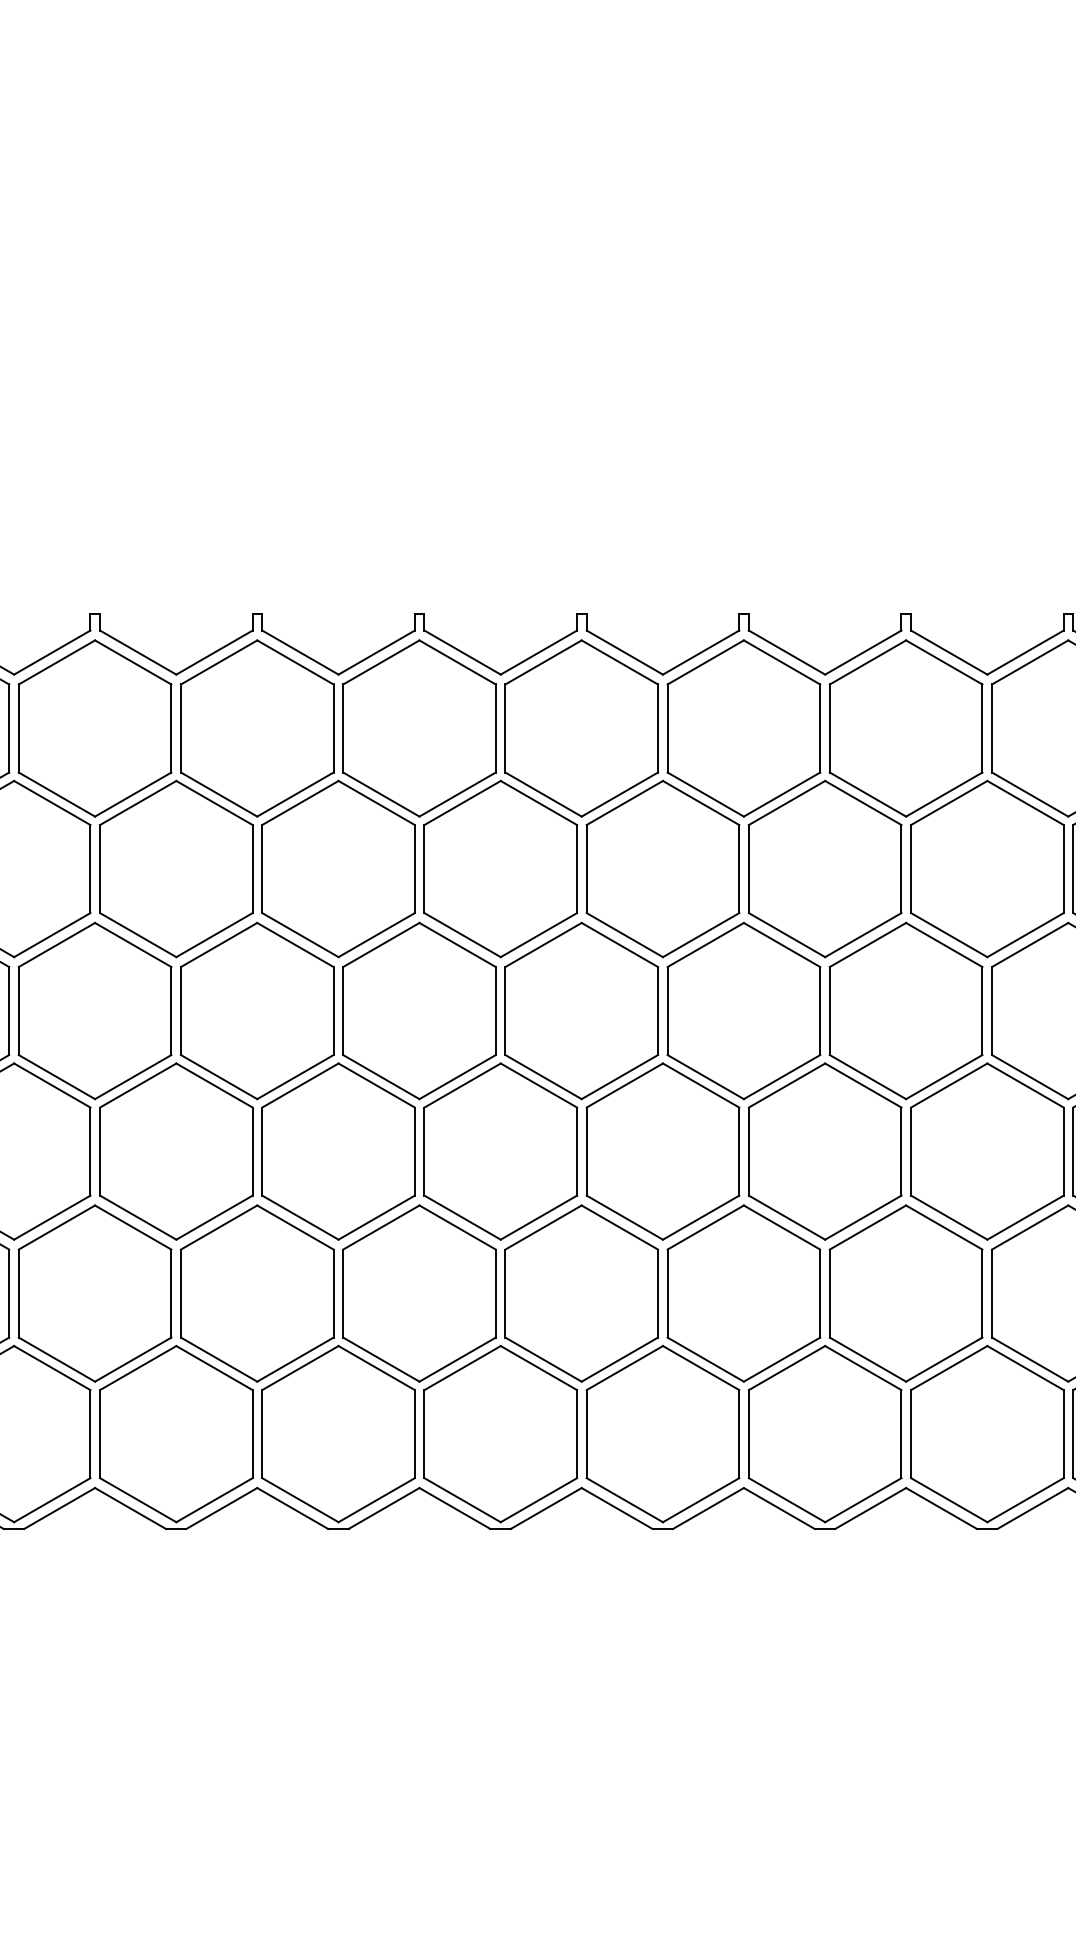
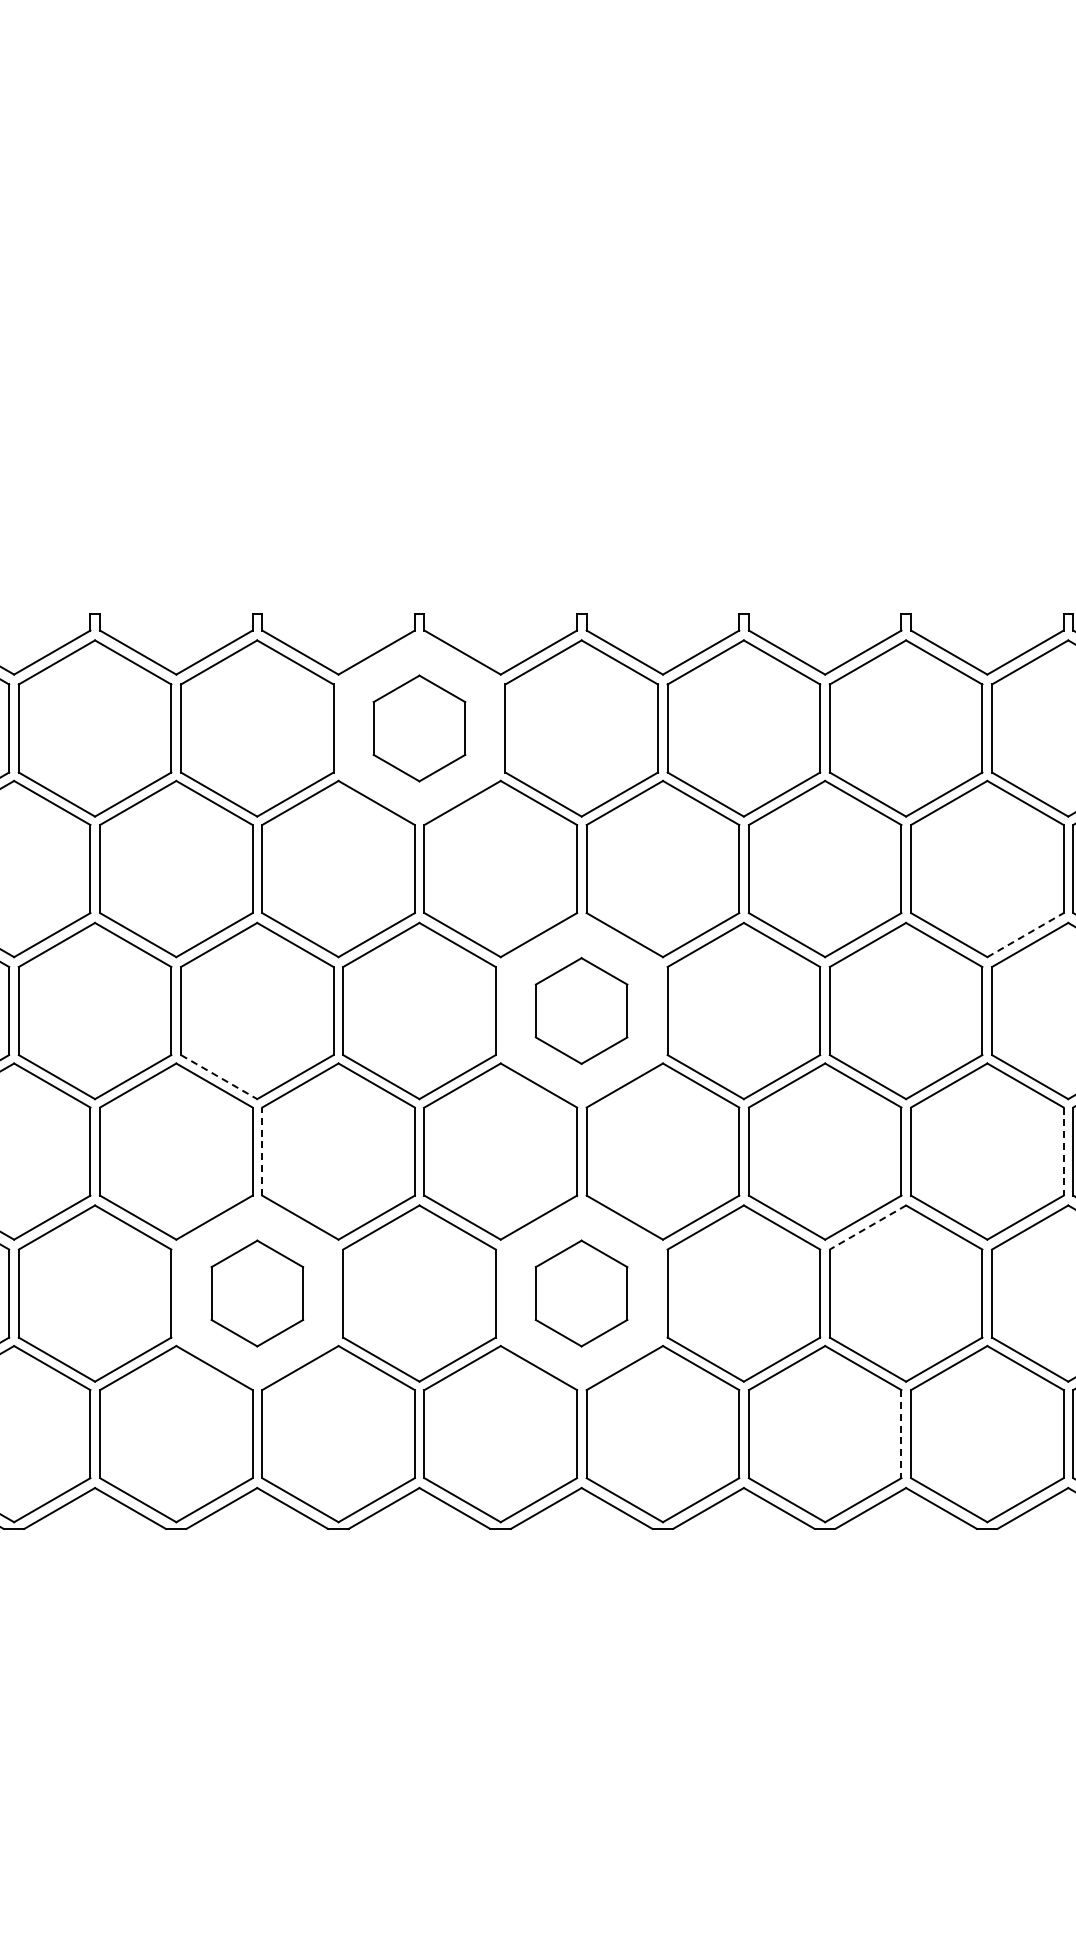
part at (419, 728) size: 155x179 px -> 95x109 px
line at (1025, 934): solid -> dashed
part at (581, 1010) size: 155x180 px -> 95x108 px
line at (219, 1077): solid -> dashed
line at (262, 1151): solid -> dashed
line at (1063, 1152): solid -> dashed
line at (867, 1227): solid -> dashed
part at (257, 1293) size: 155x179 px -> 95x109 px
part at (581, 1293) size: 155x179 px -> 95x109 px
line at (901, 1434): solid -> dashed
